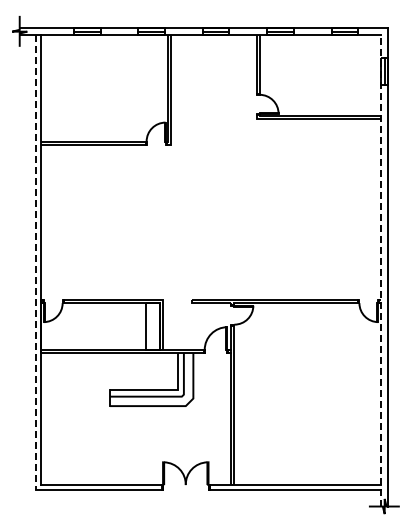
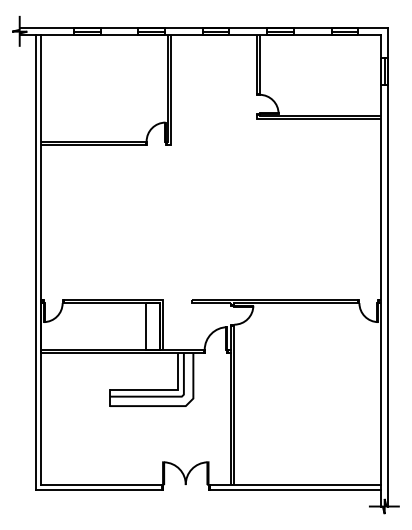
line at (36, 263): dashed -> solid
line at (380, 270): dashed -> solid
